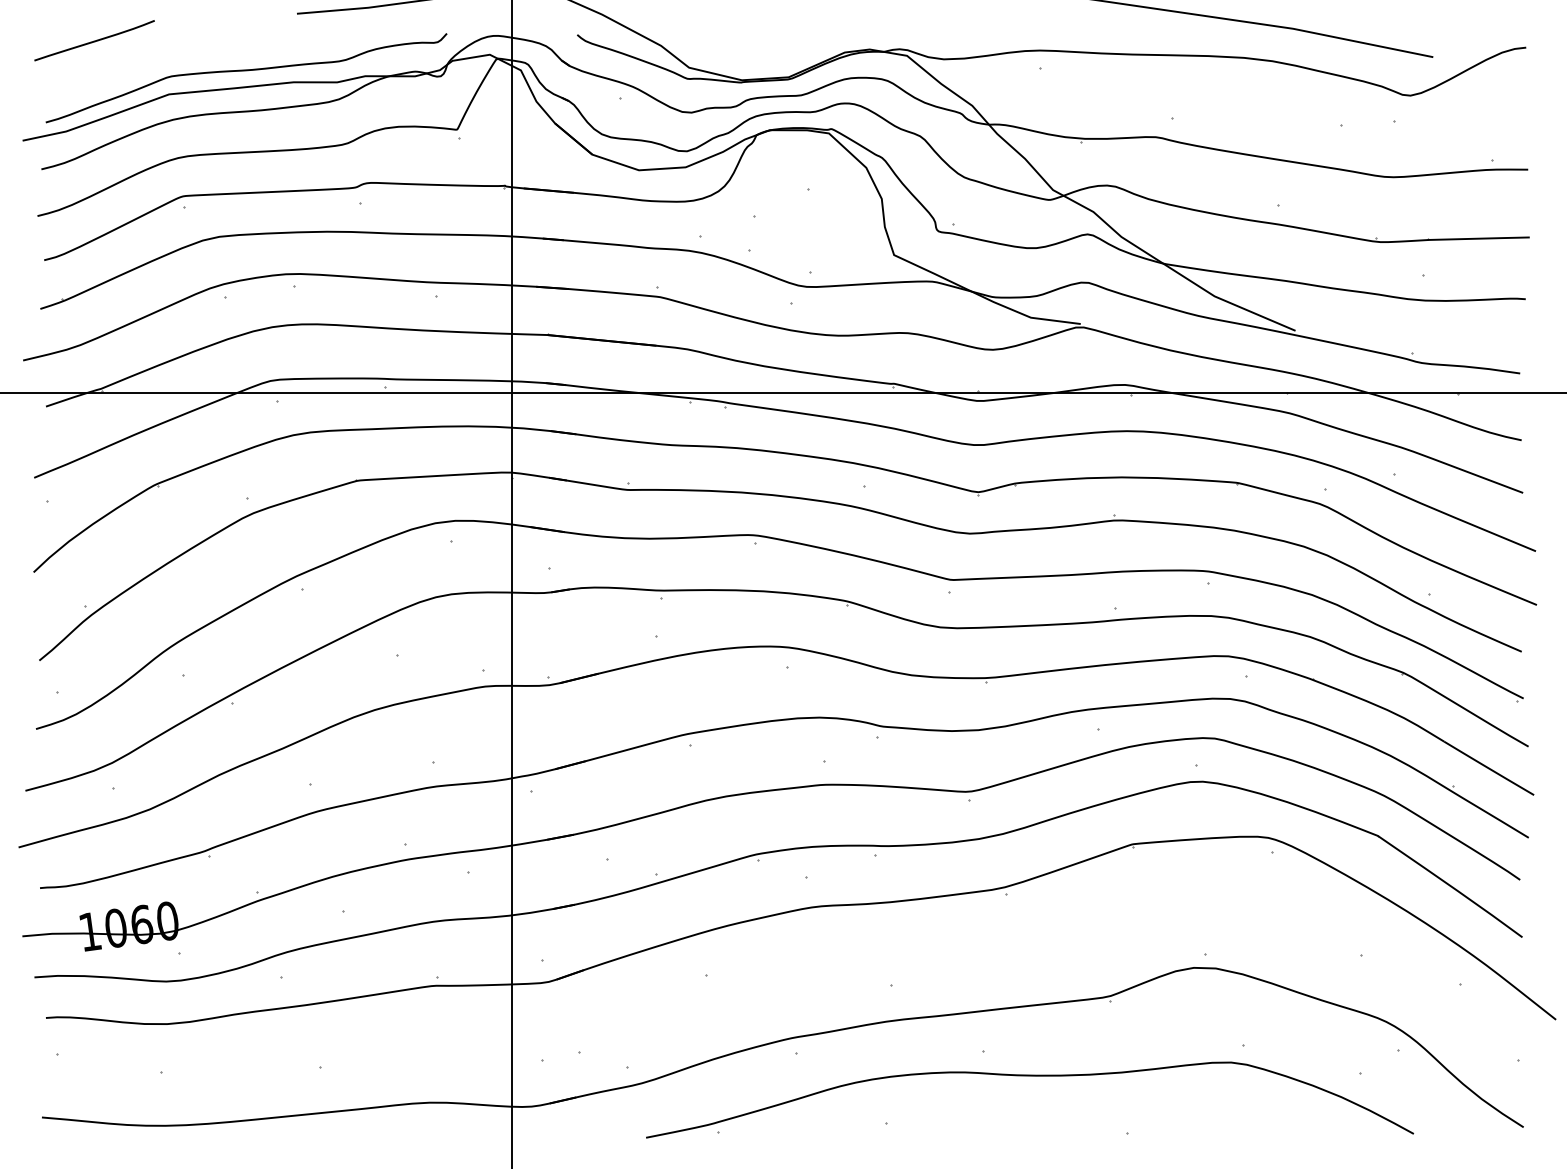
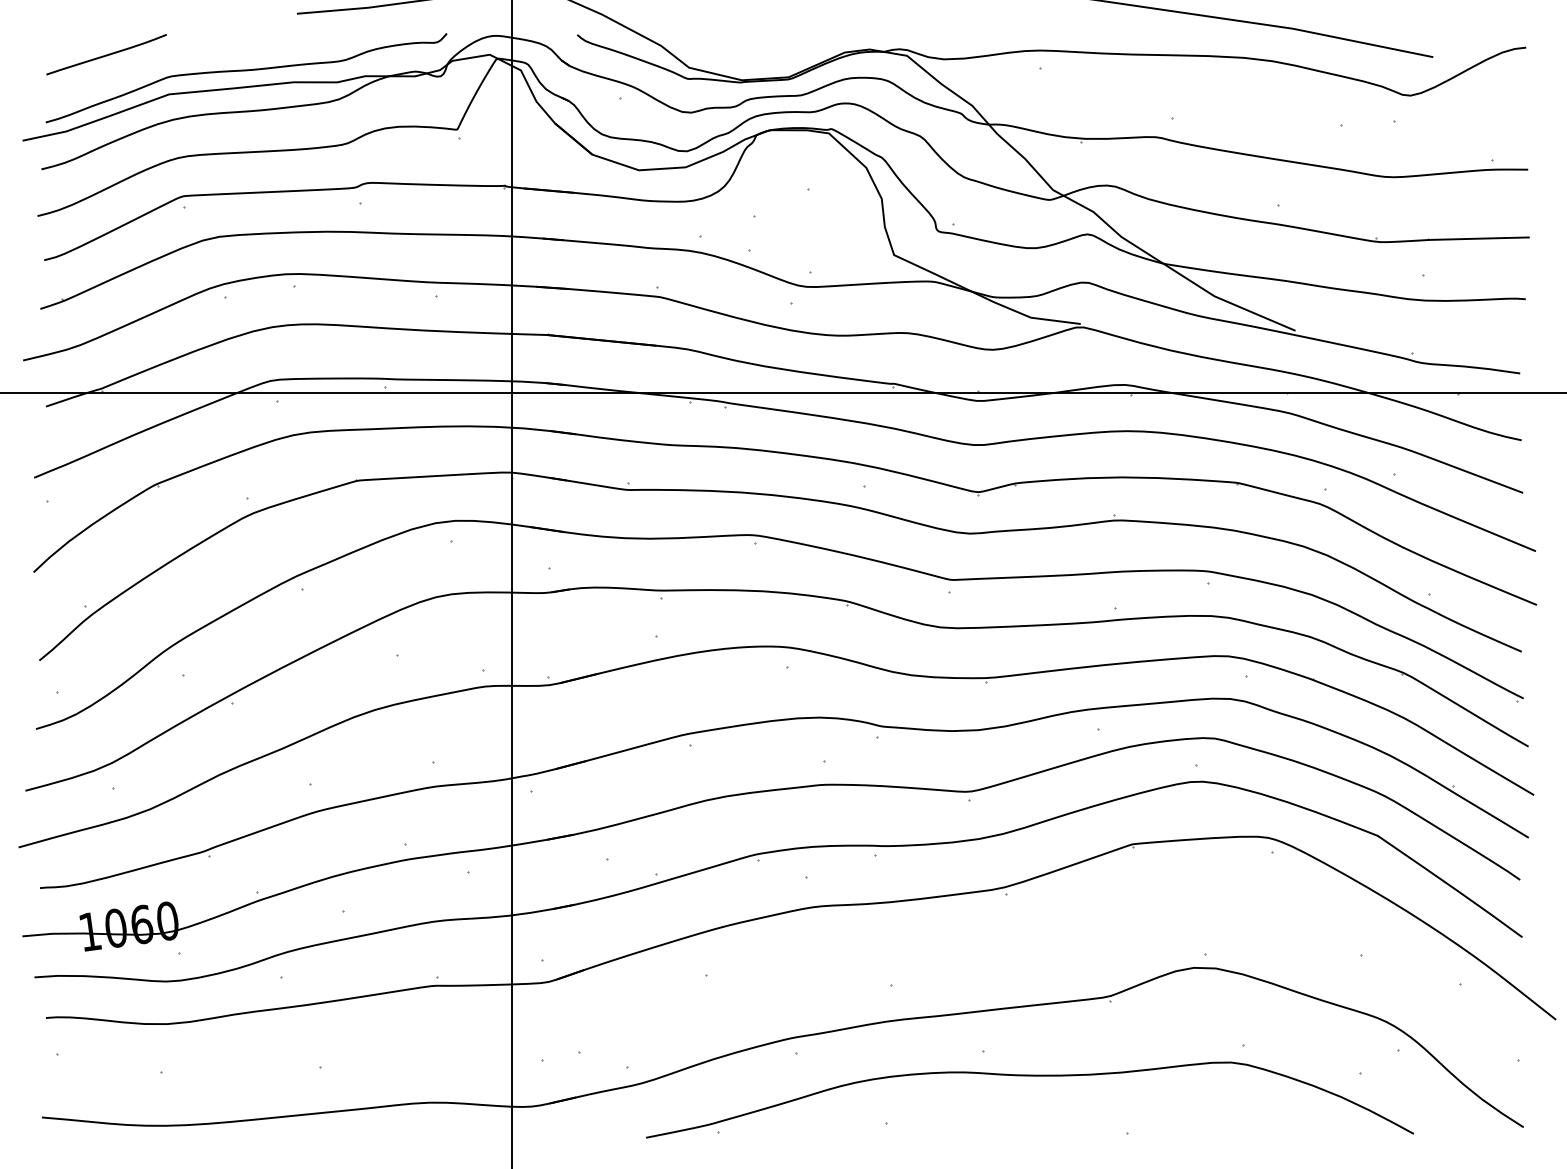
curve at (94, 40) position: (94, 40) -> (106, 54)
